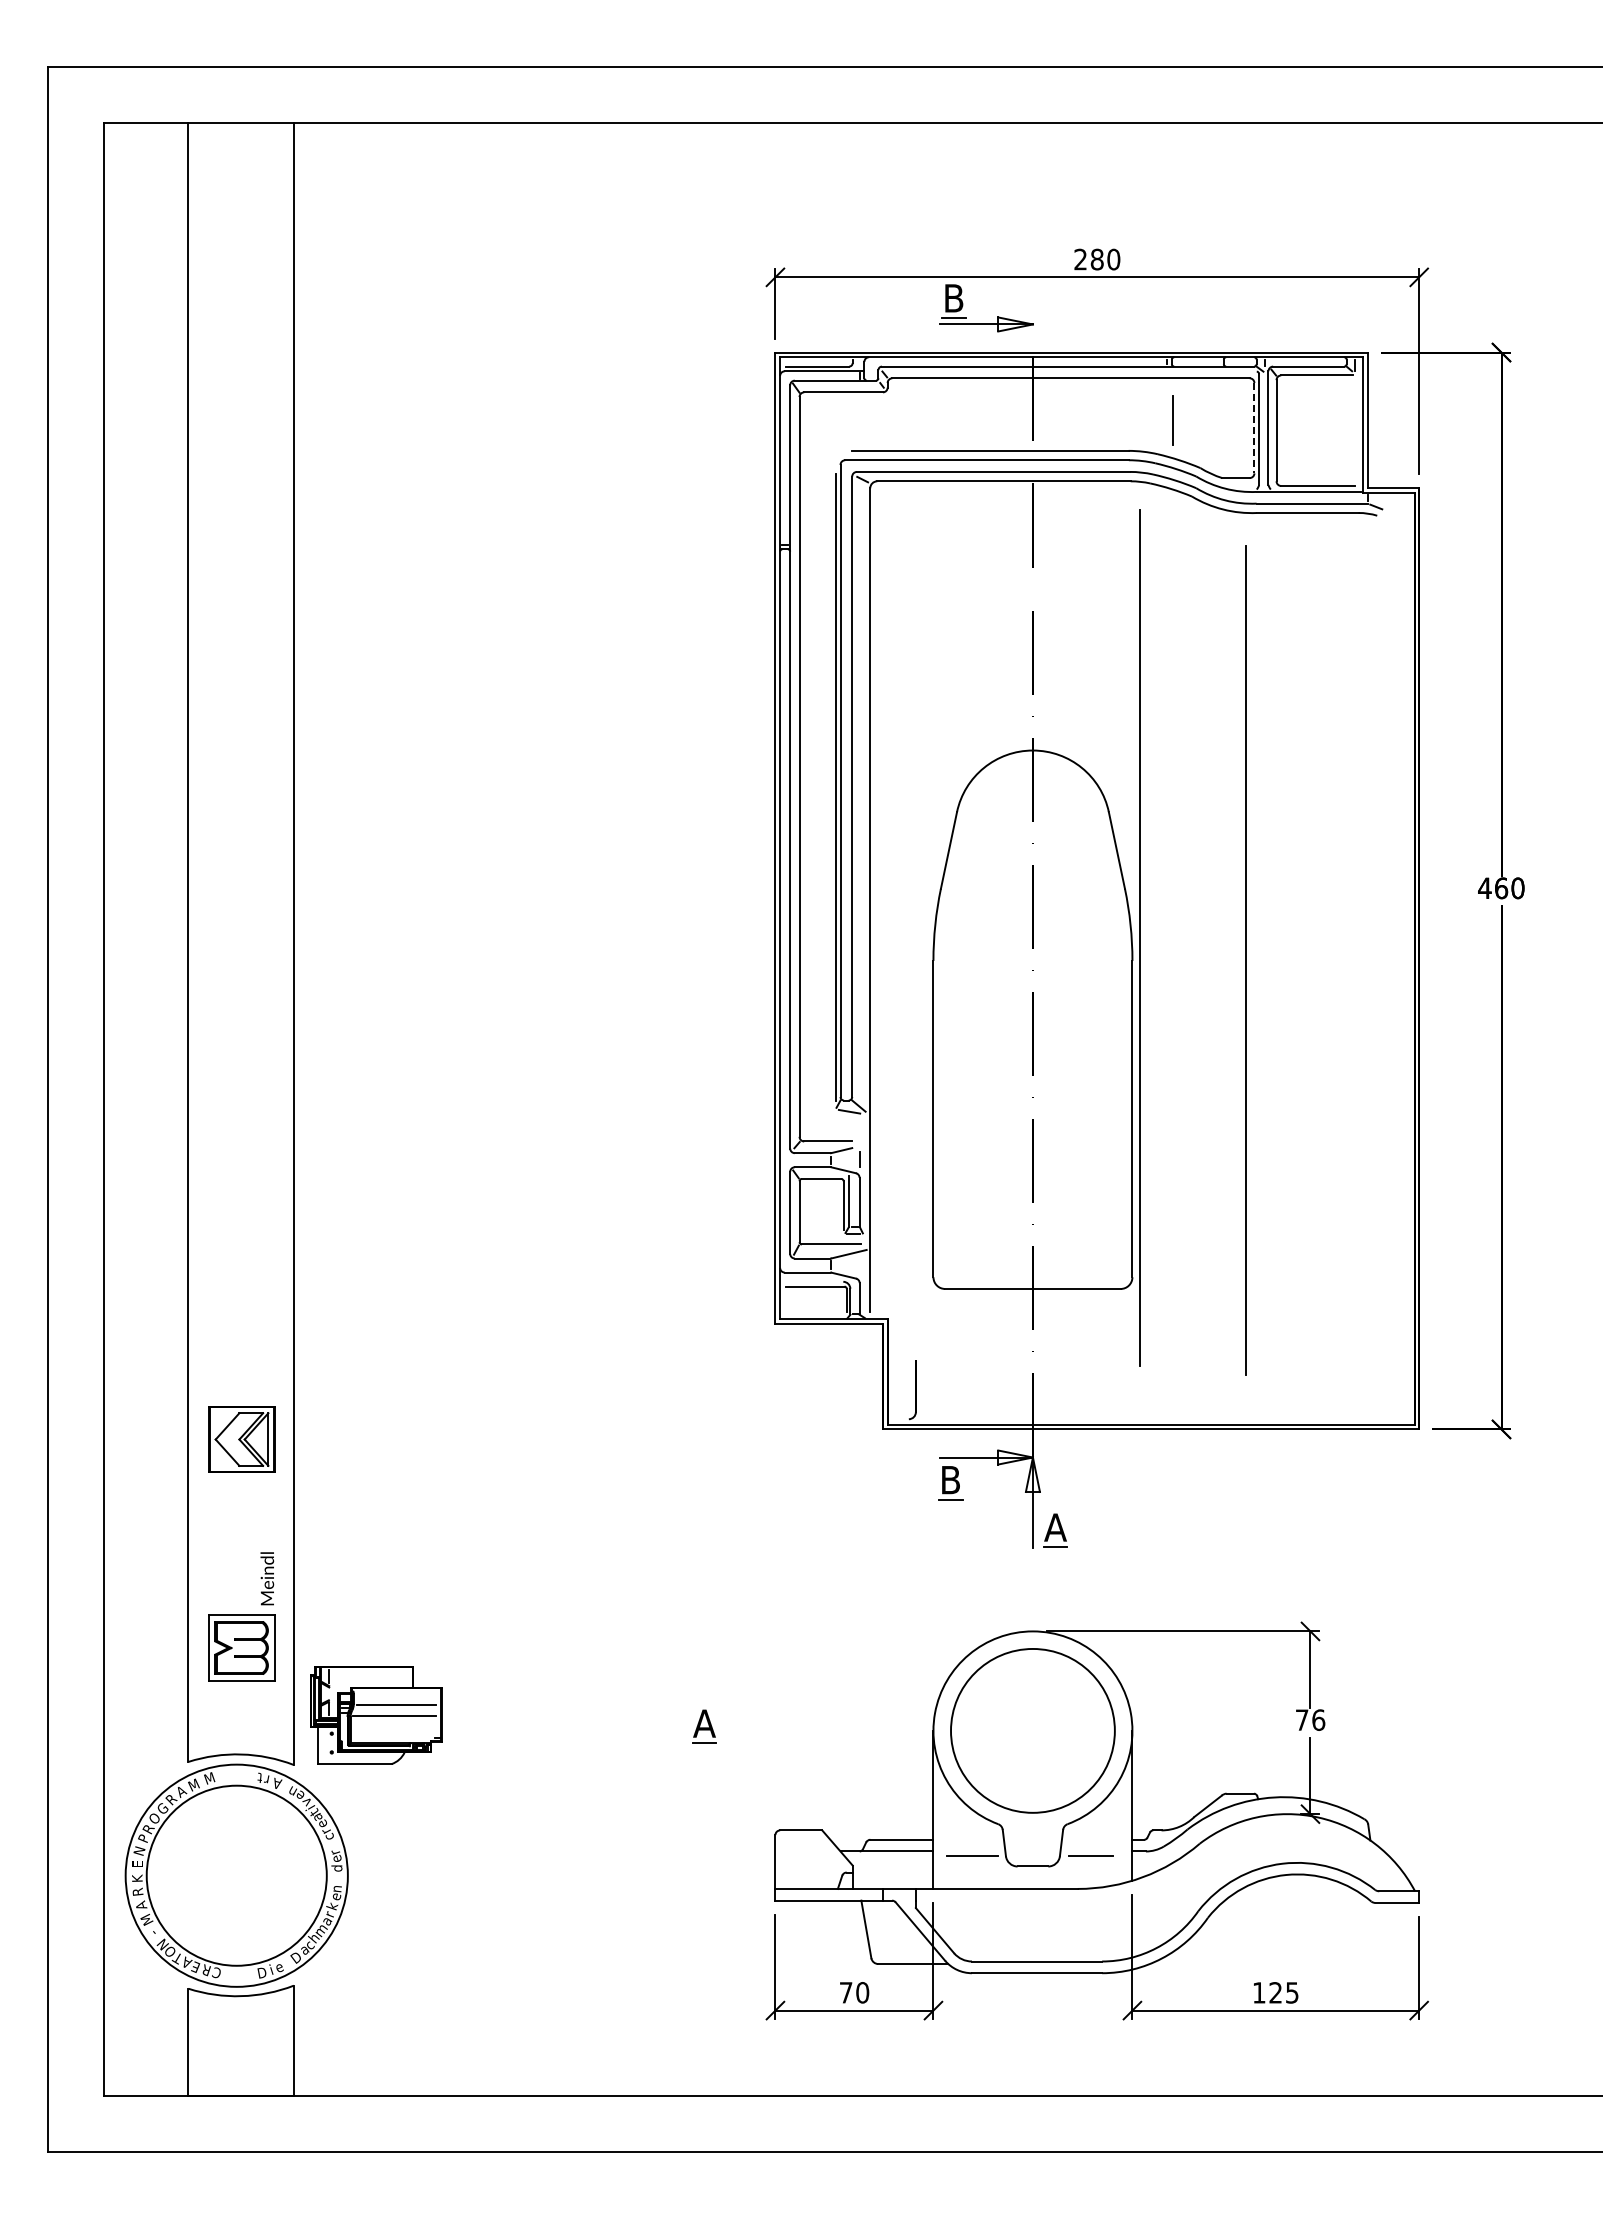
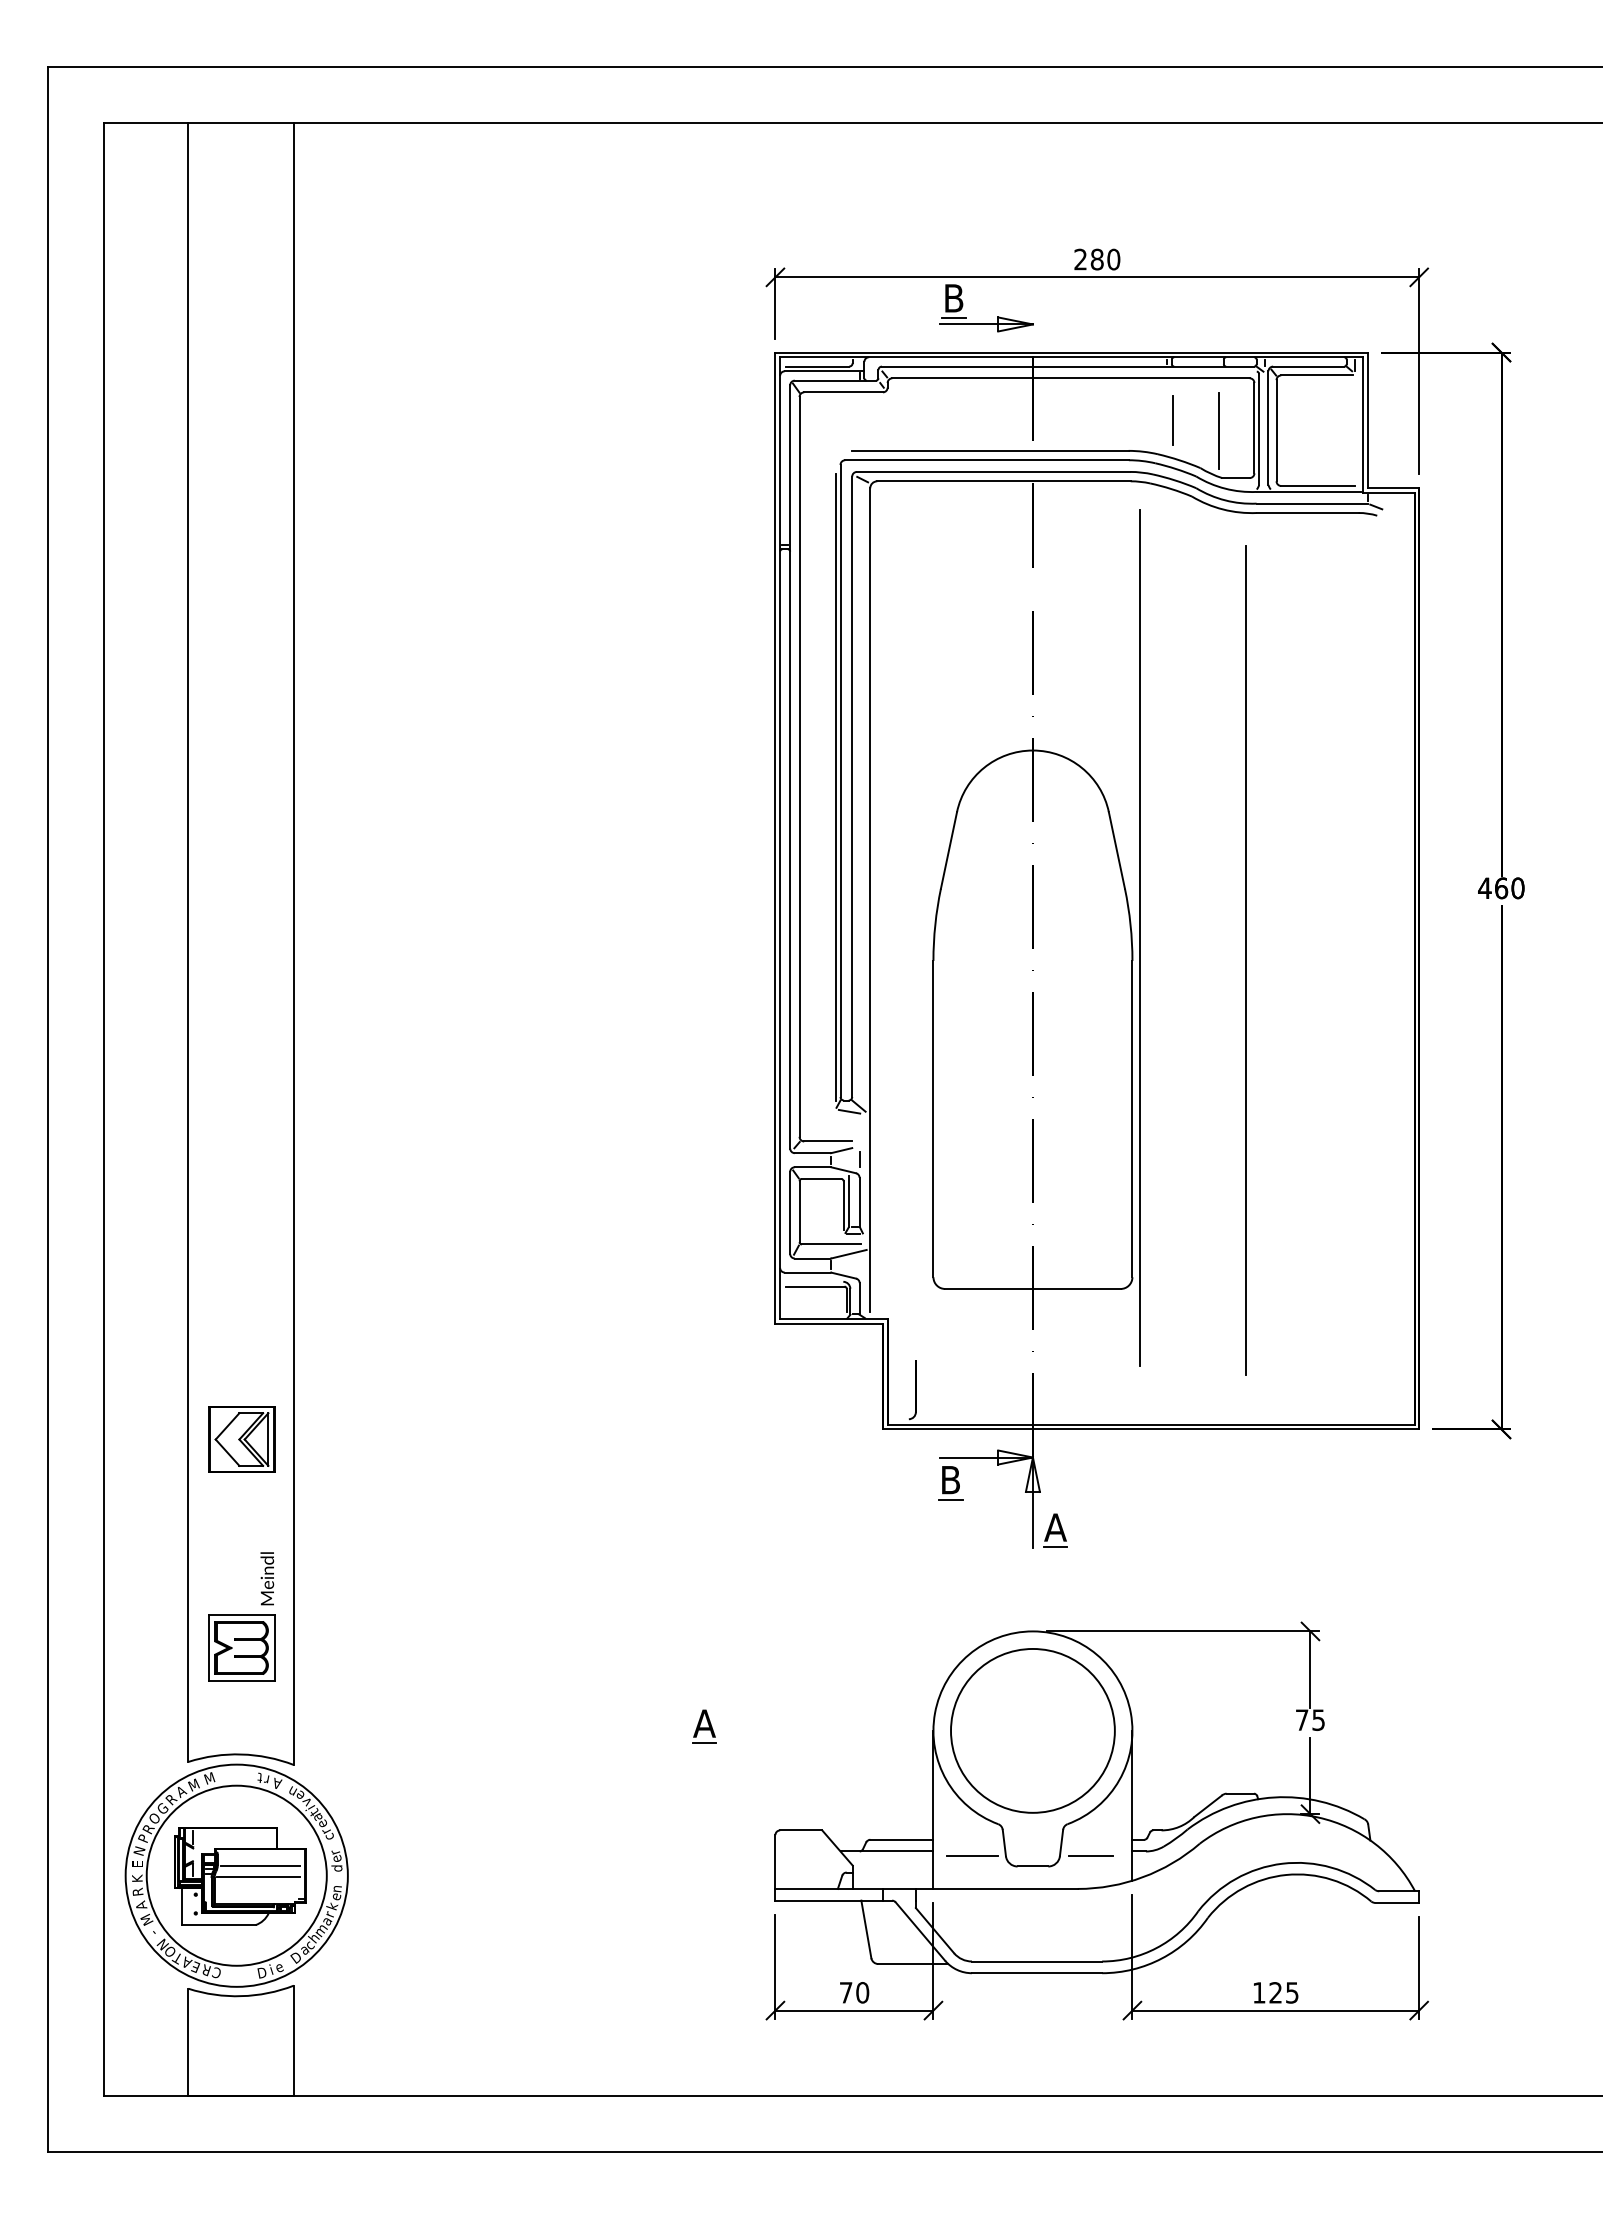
line at (1254, 428): dashed -> solid
line at (1219, 430): none -> present
part at (376, 1715) position: (376, 1715) -> (240, 1876)
text at (1318, 1719): 76 -> 75
